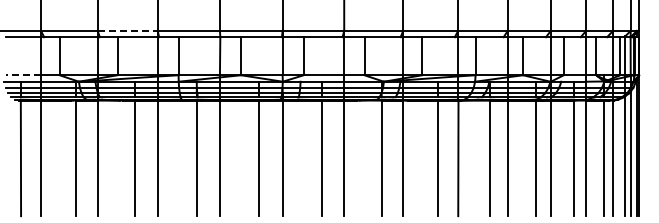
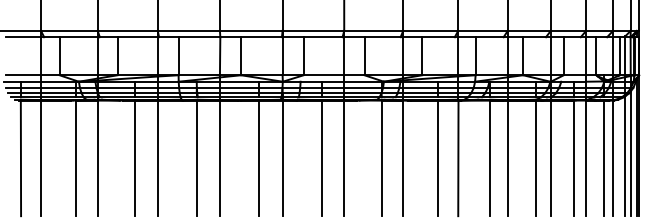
line at (128, 30): dashed -> solid
line at (23, 75): dashed -> solid
